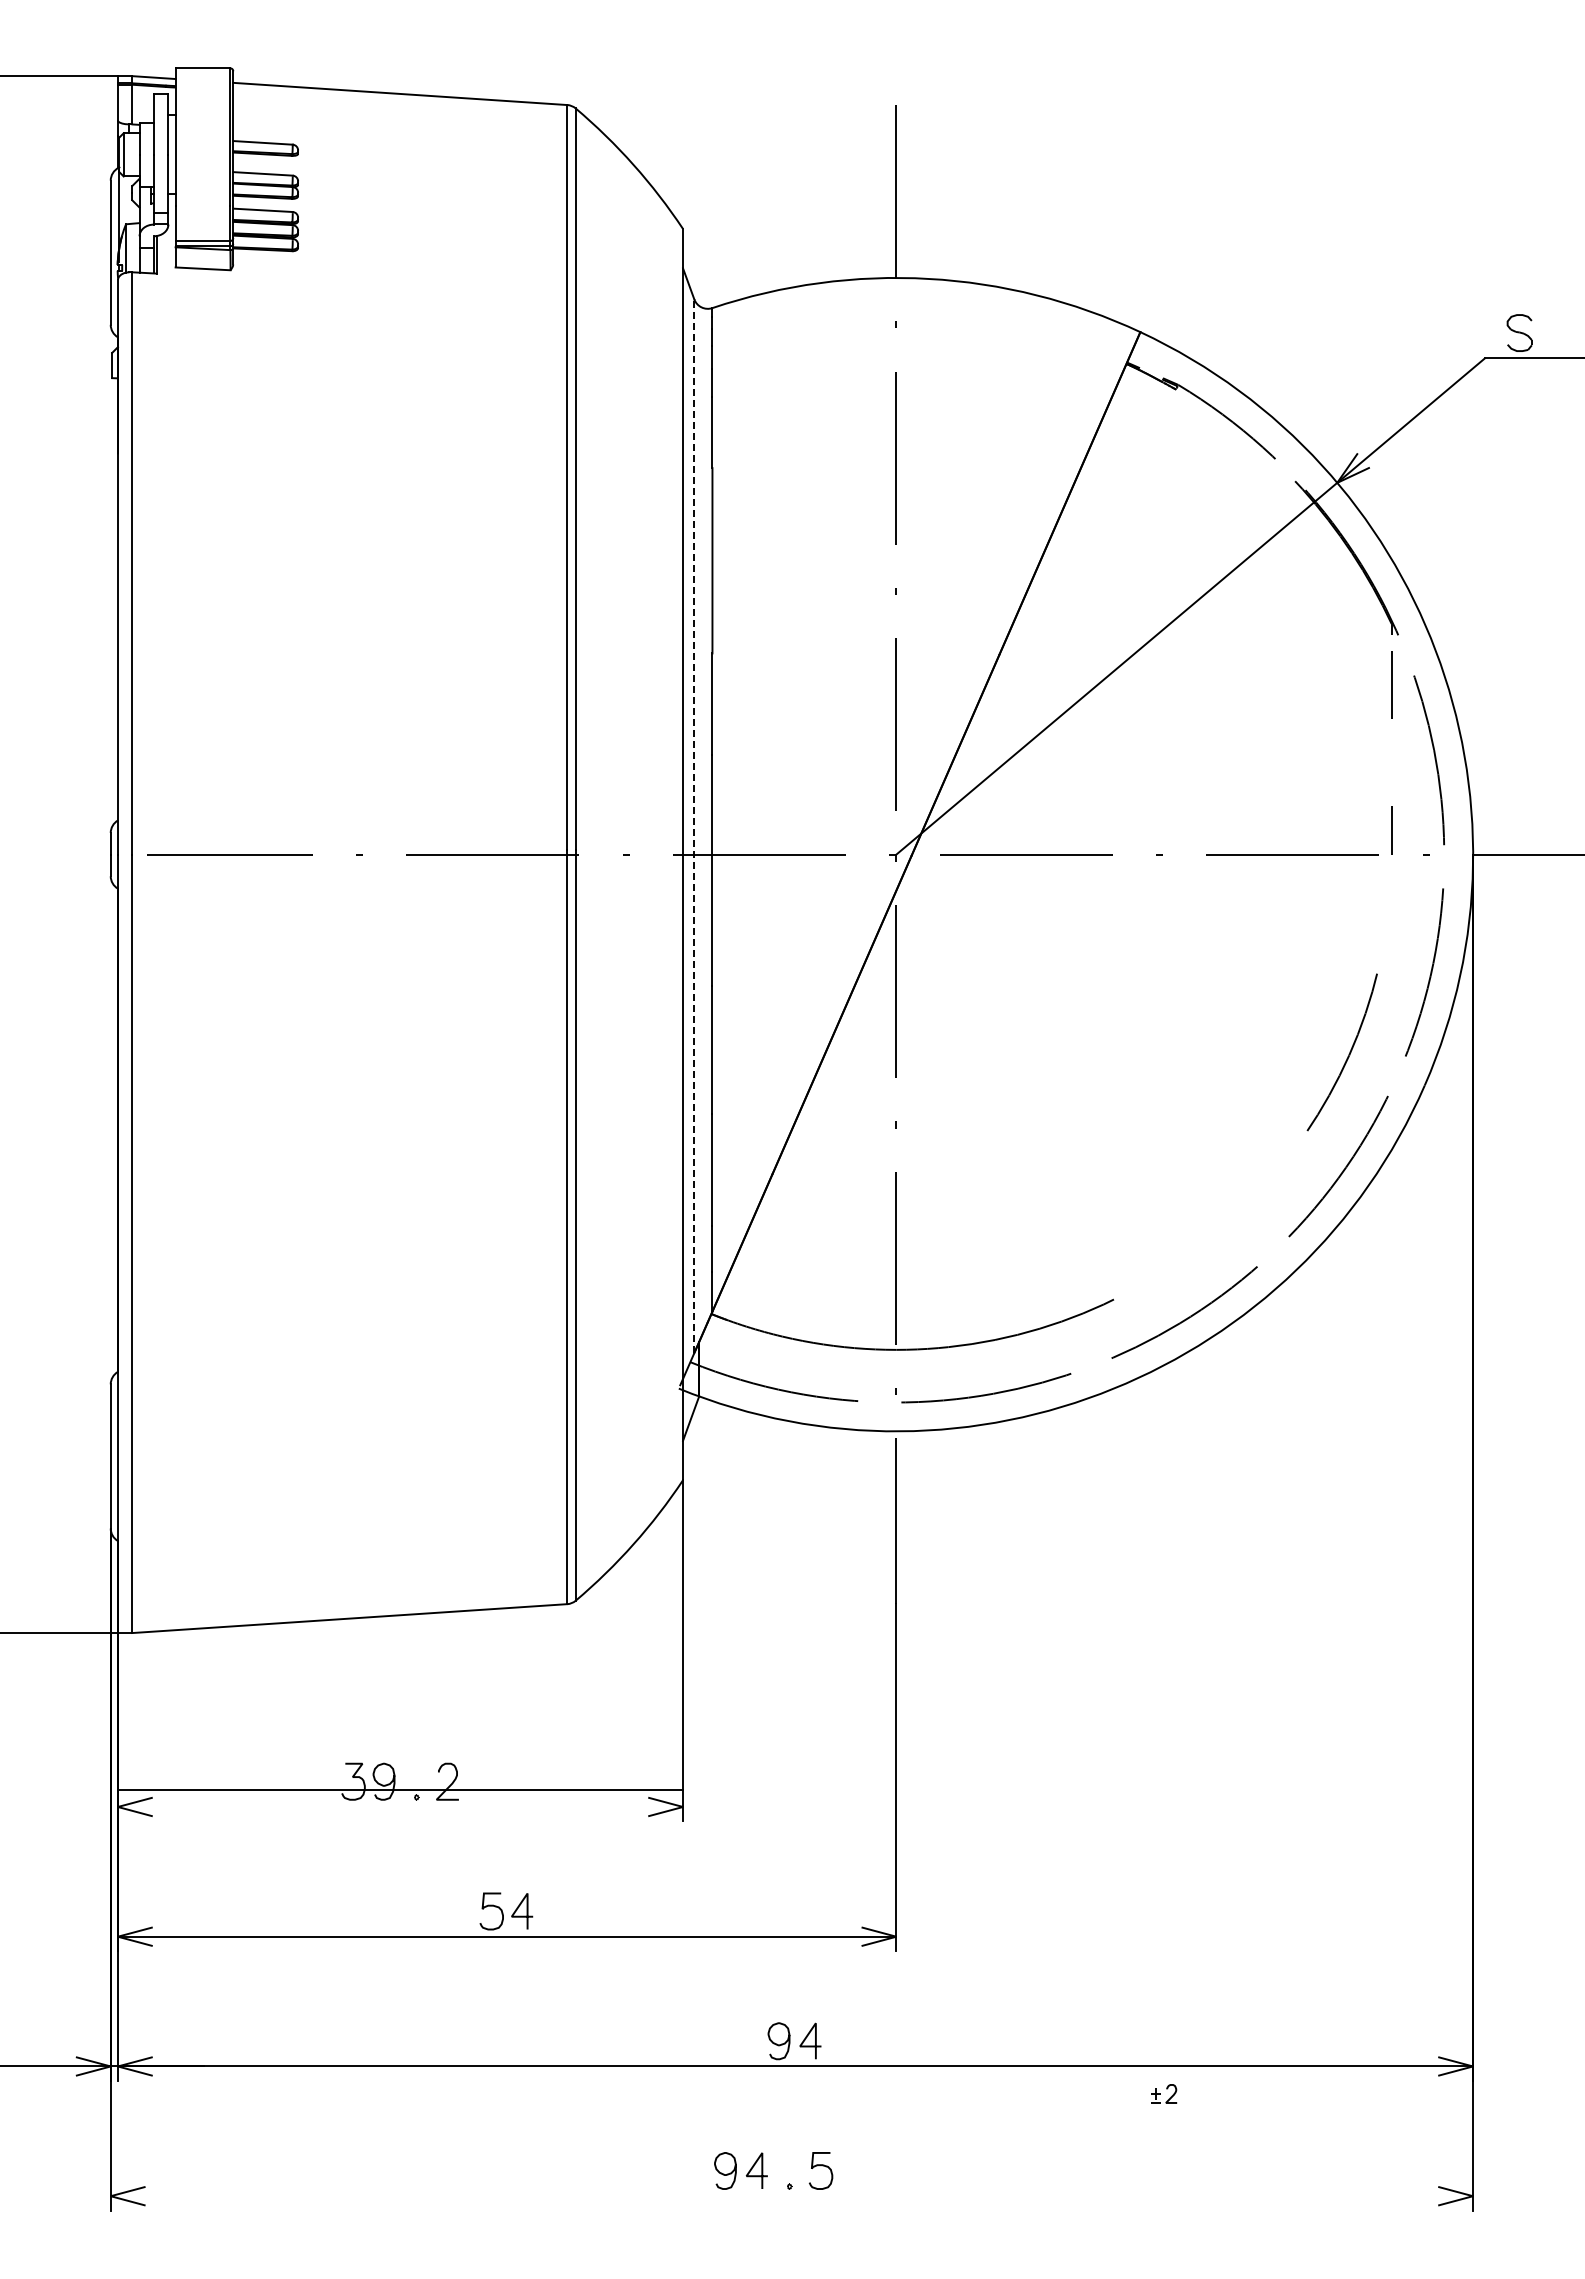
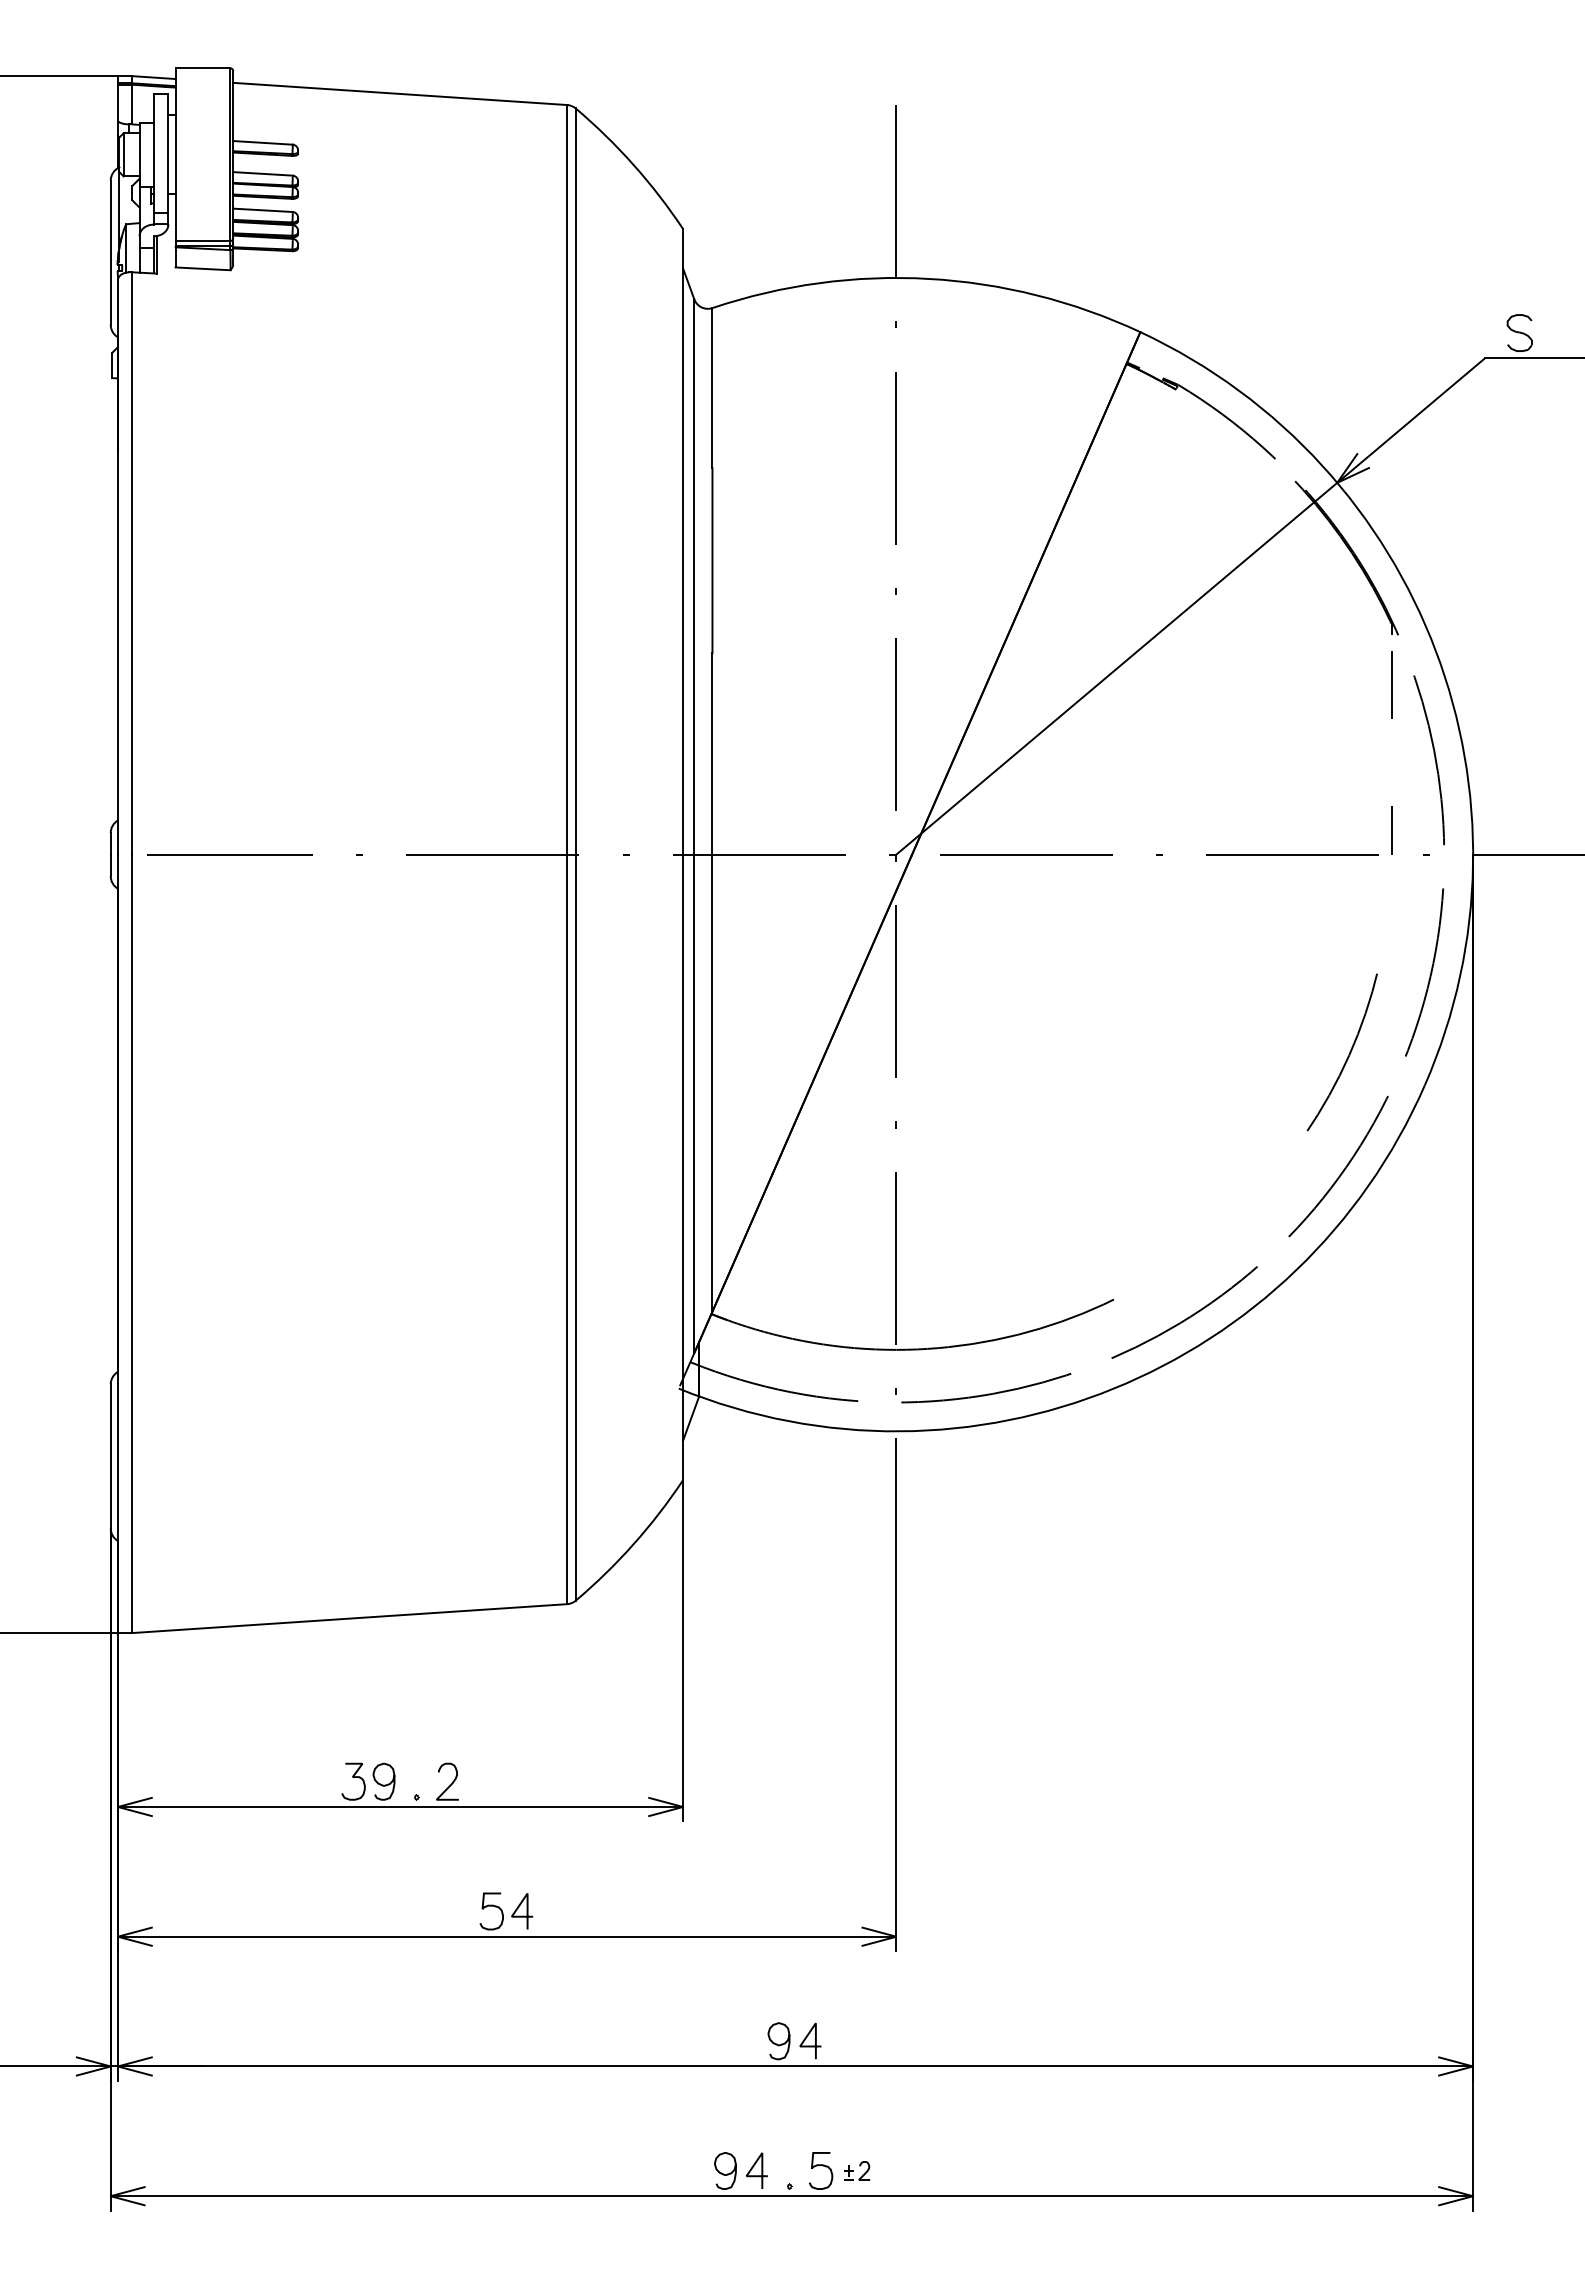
line at (694, 826): dashed -> solid
line at (400, 1789) position: (400, 1789) -> (400, 1806)
part at (1164, 2093) position: (1164, 2093) -> (857, 2170)
line at (791, 2196): none -> present
